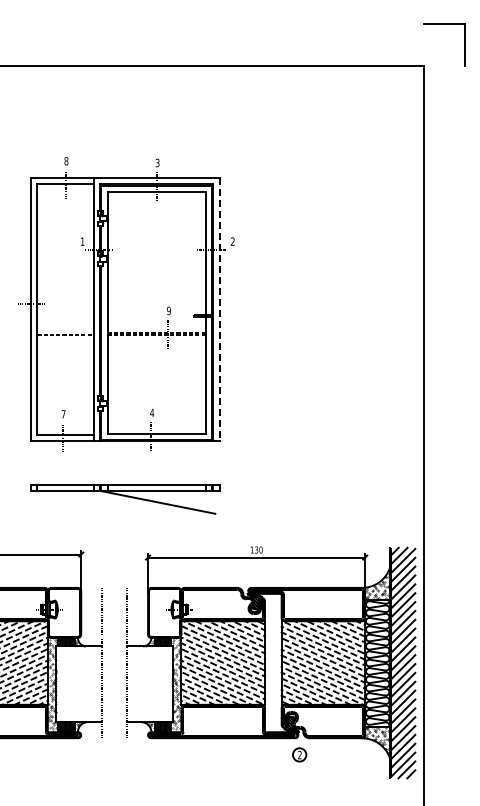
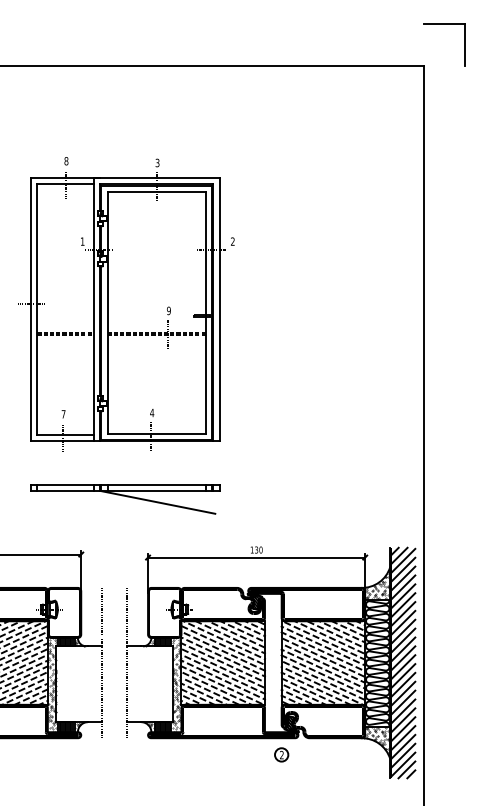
line at (219, 309): dashed -> solid
line at (65, 332): none -> present
part at (299, 754) position: (299, 754) -> (281, 754)
